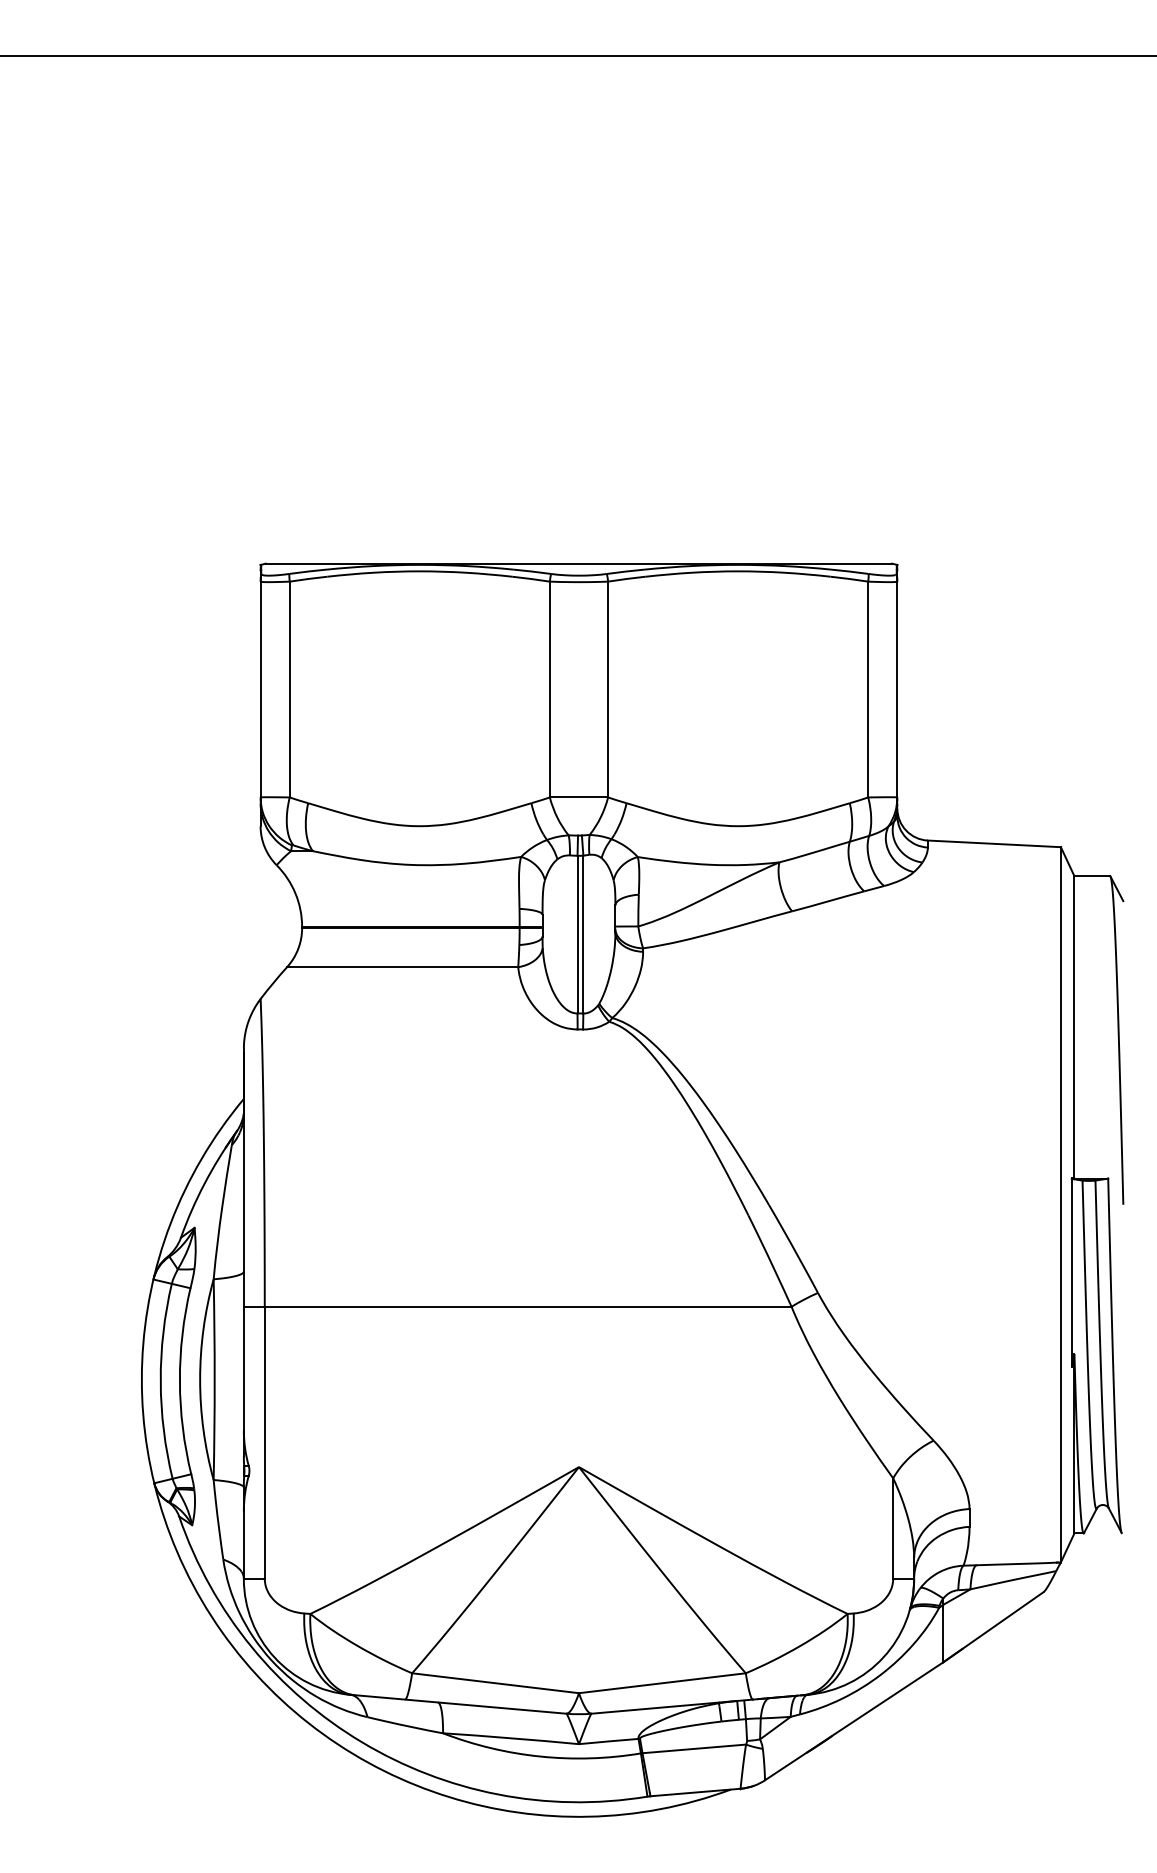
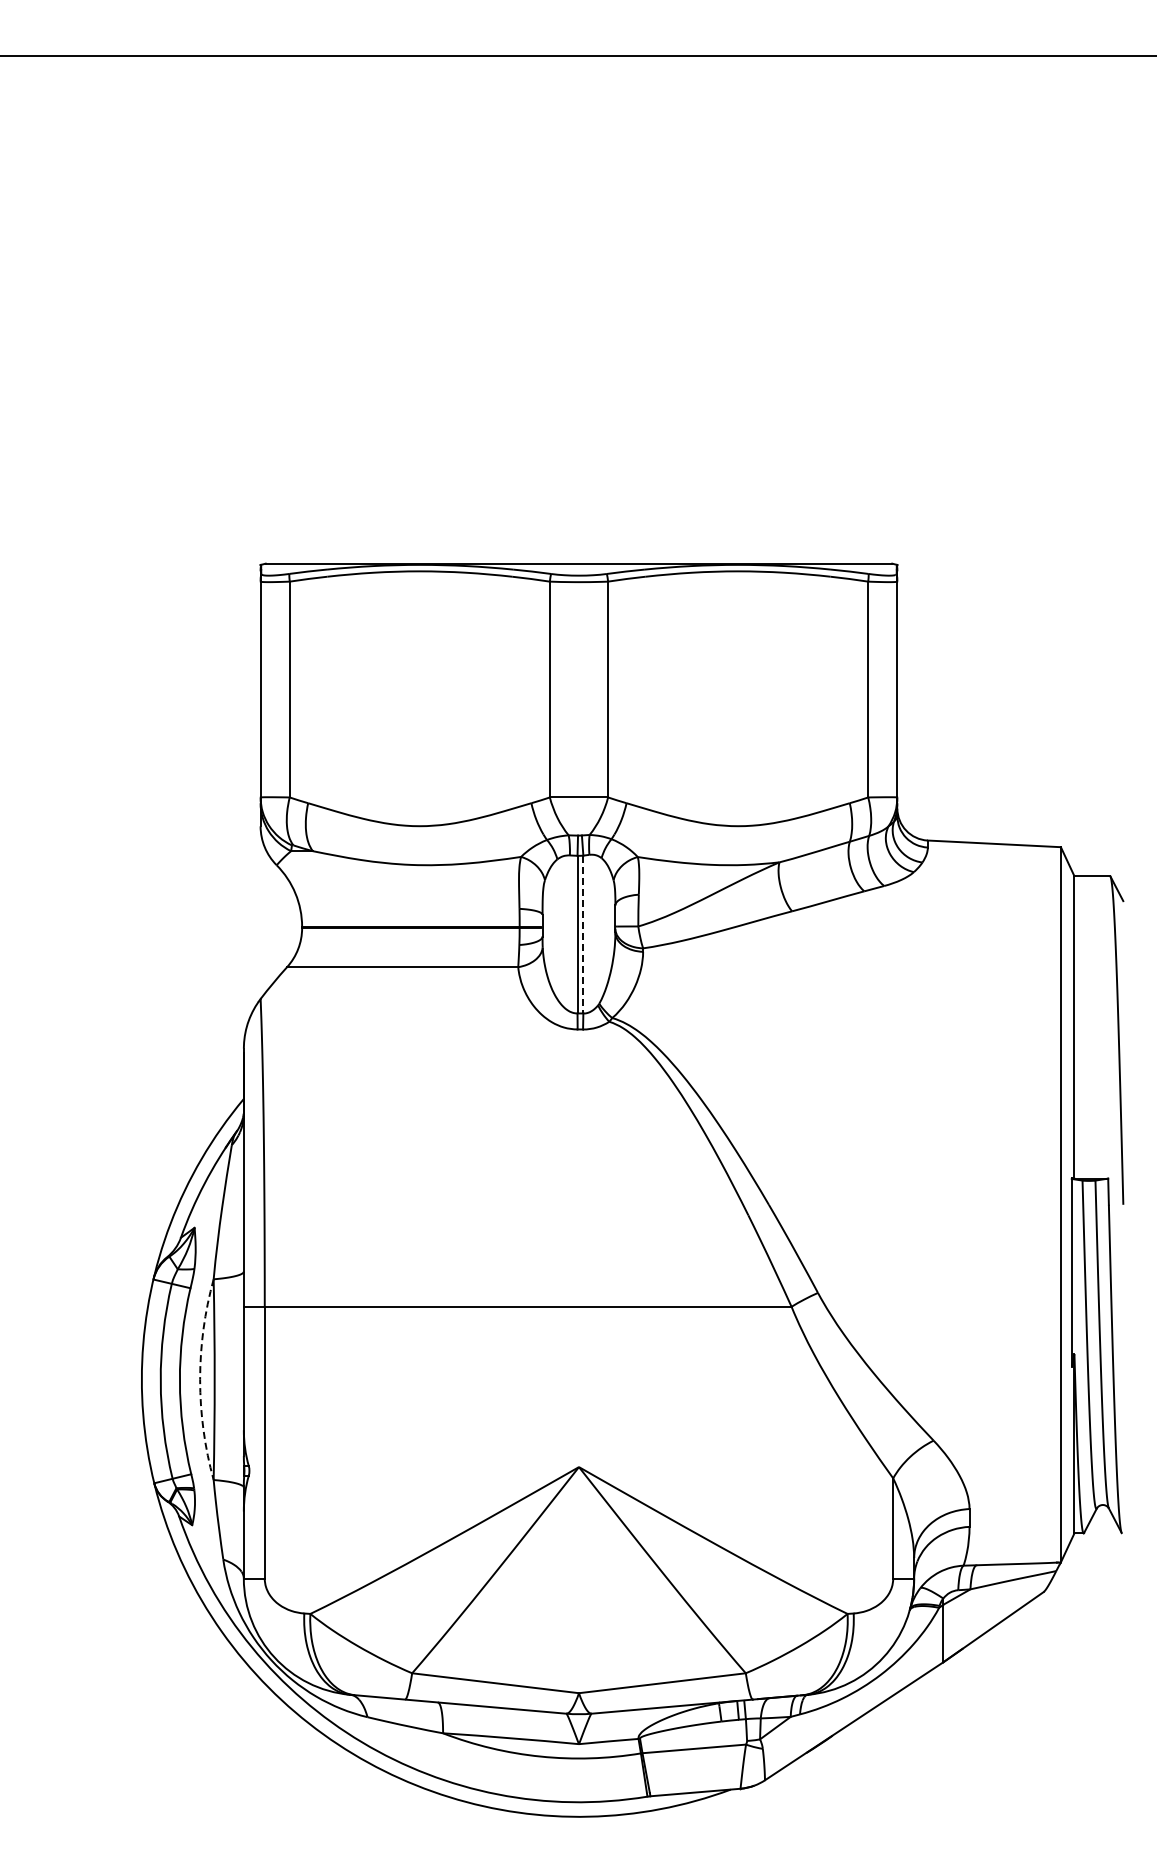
line at (583, 934): solid -> dashed
arc at (200, 1379): solid -> dashed
